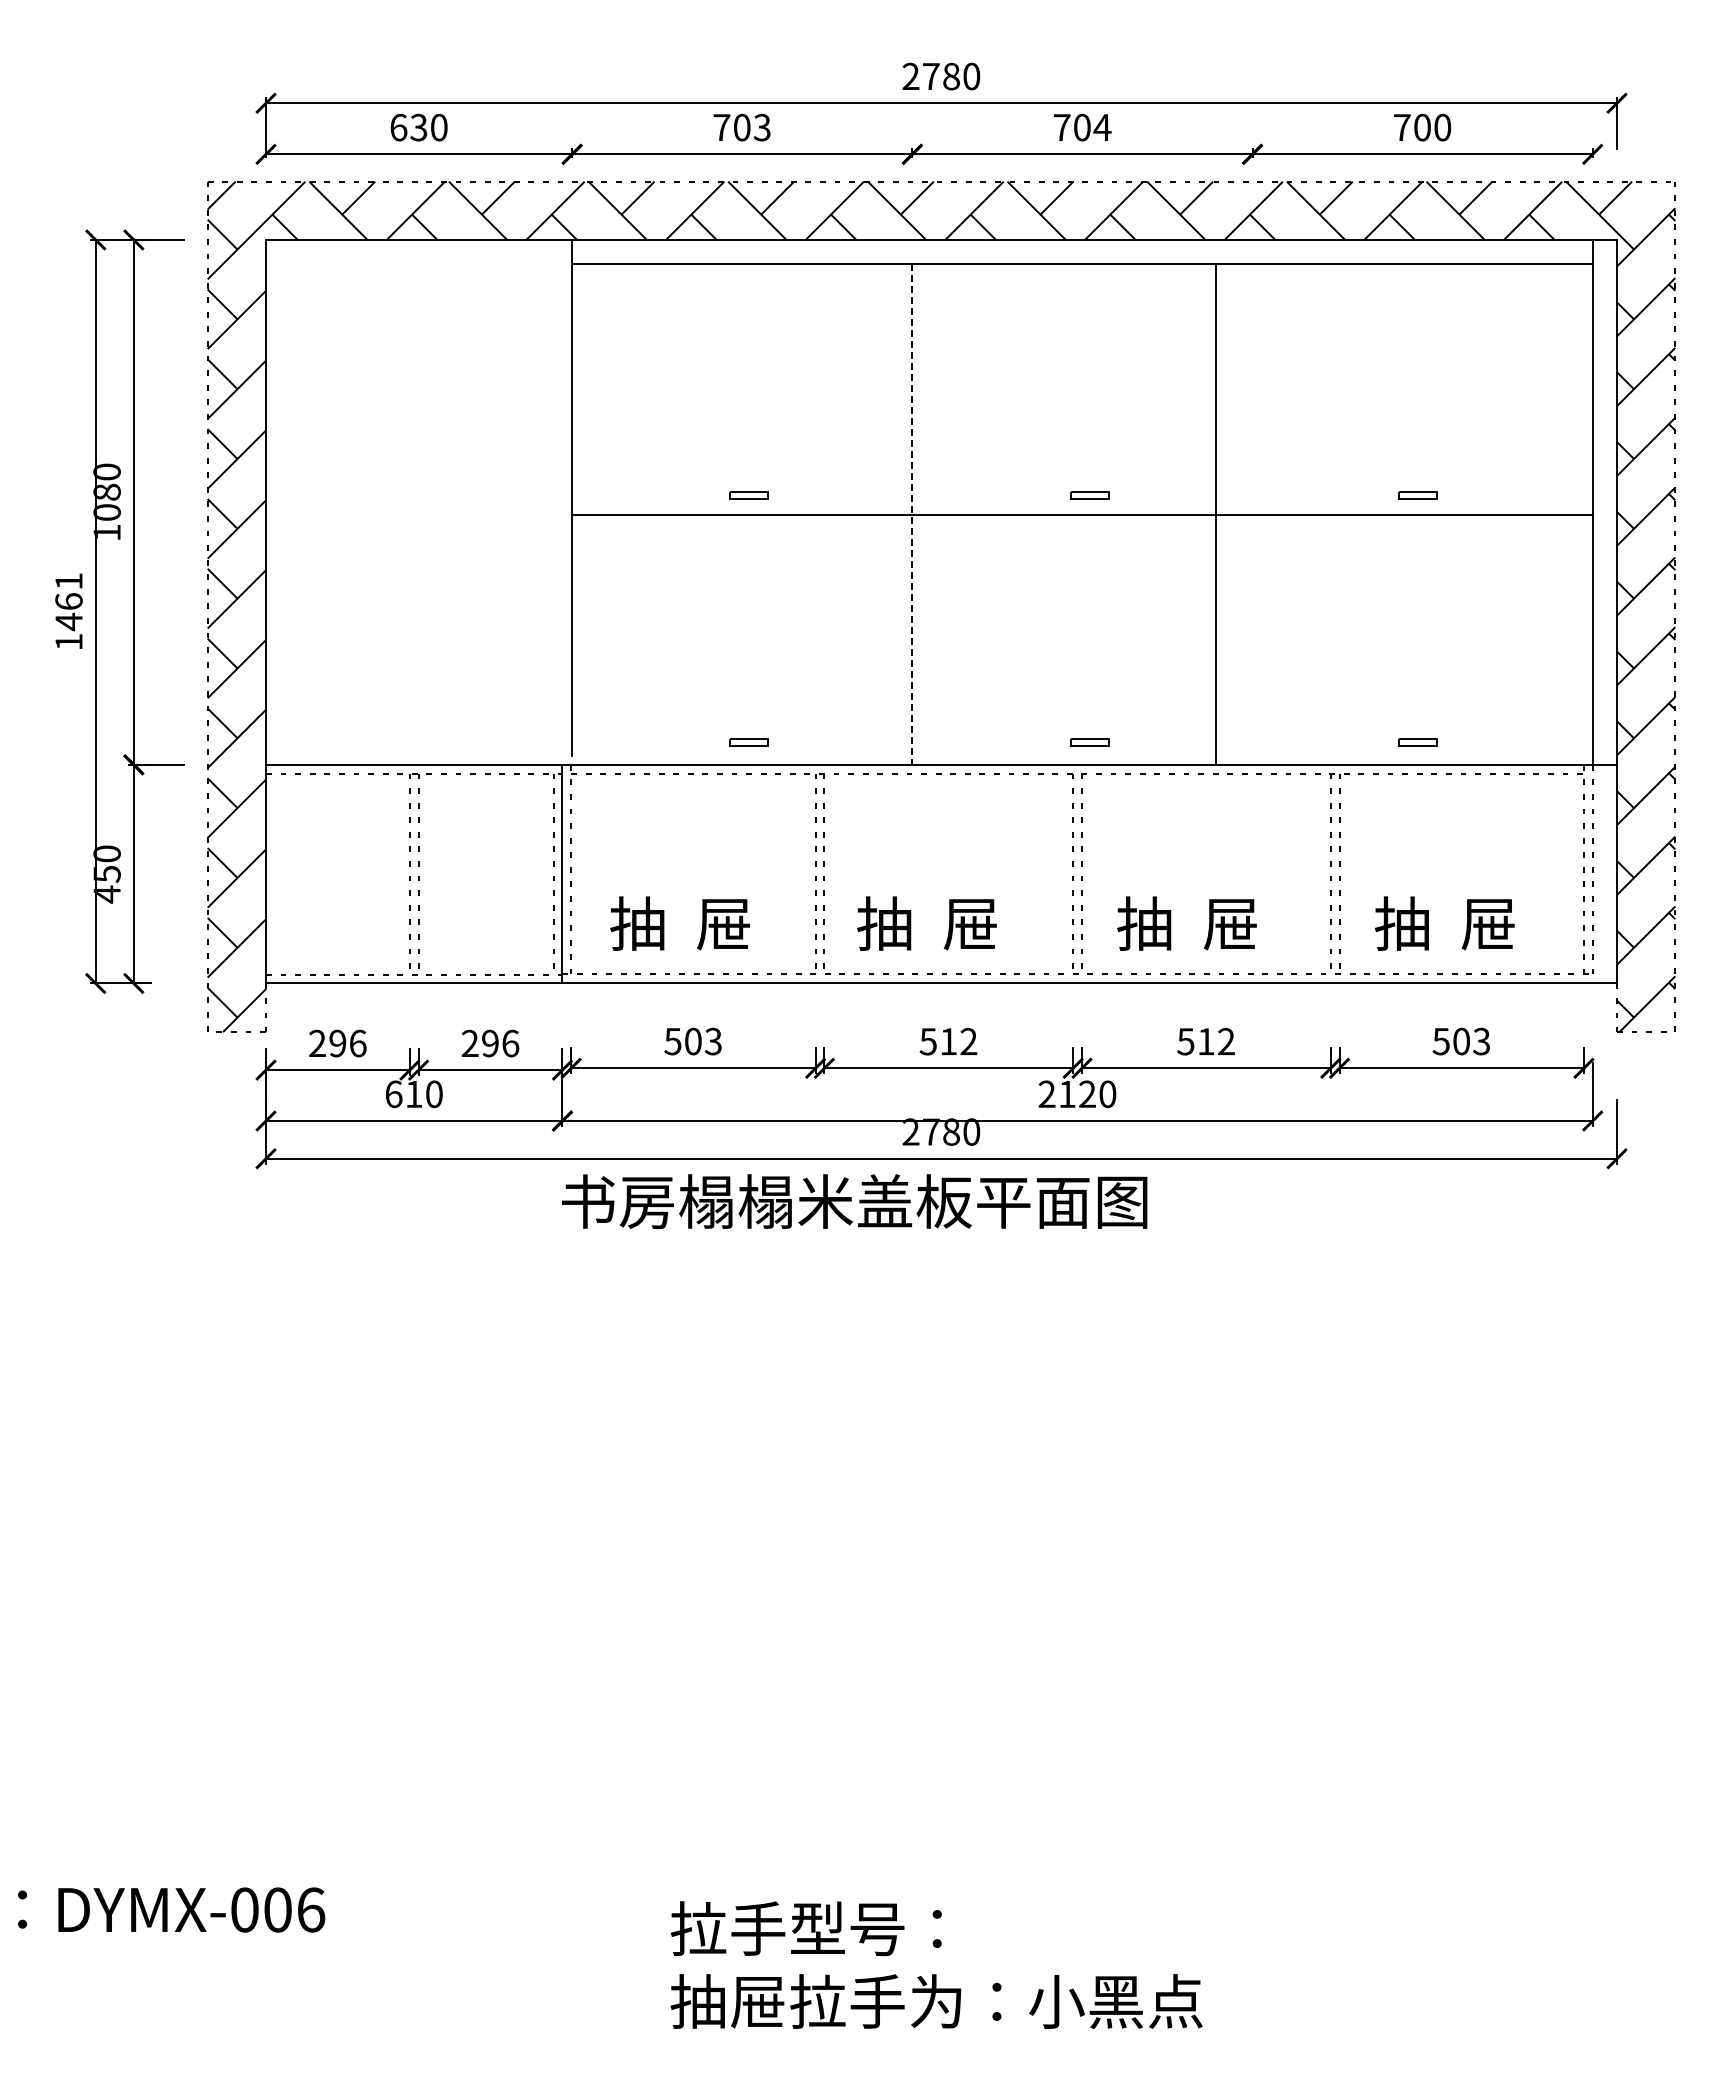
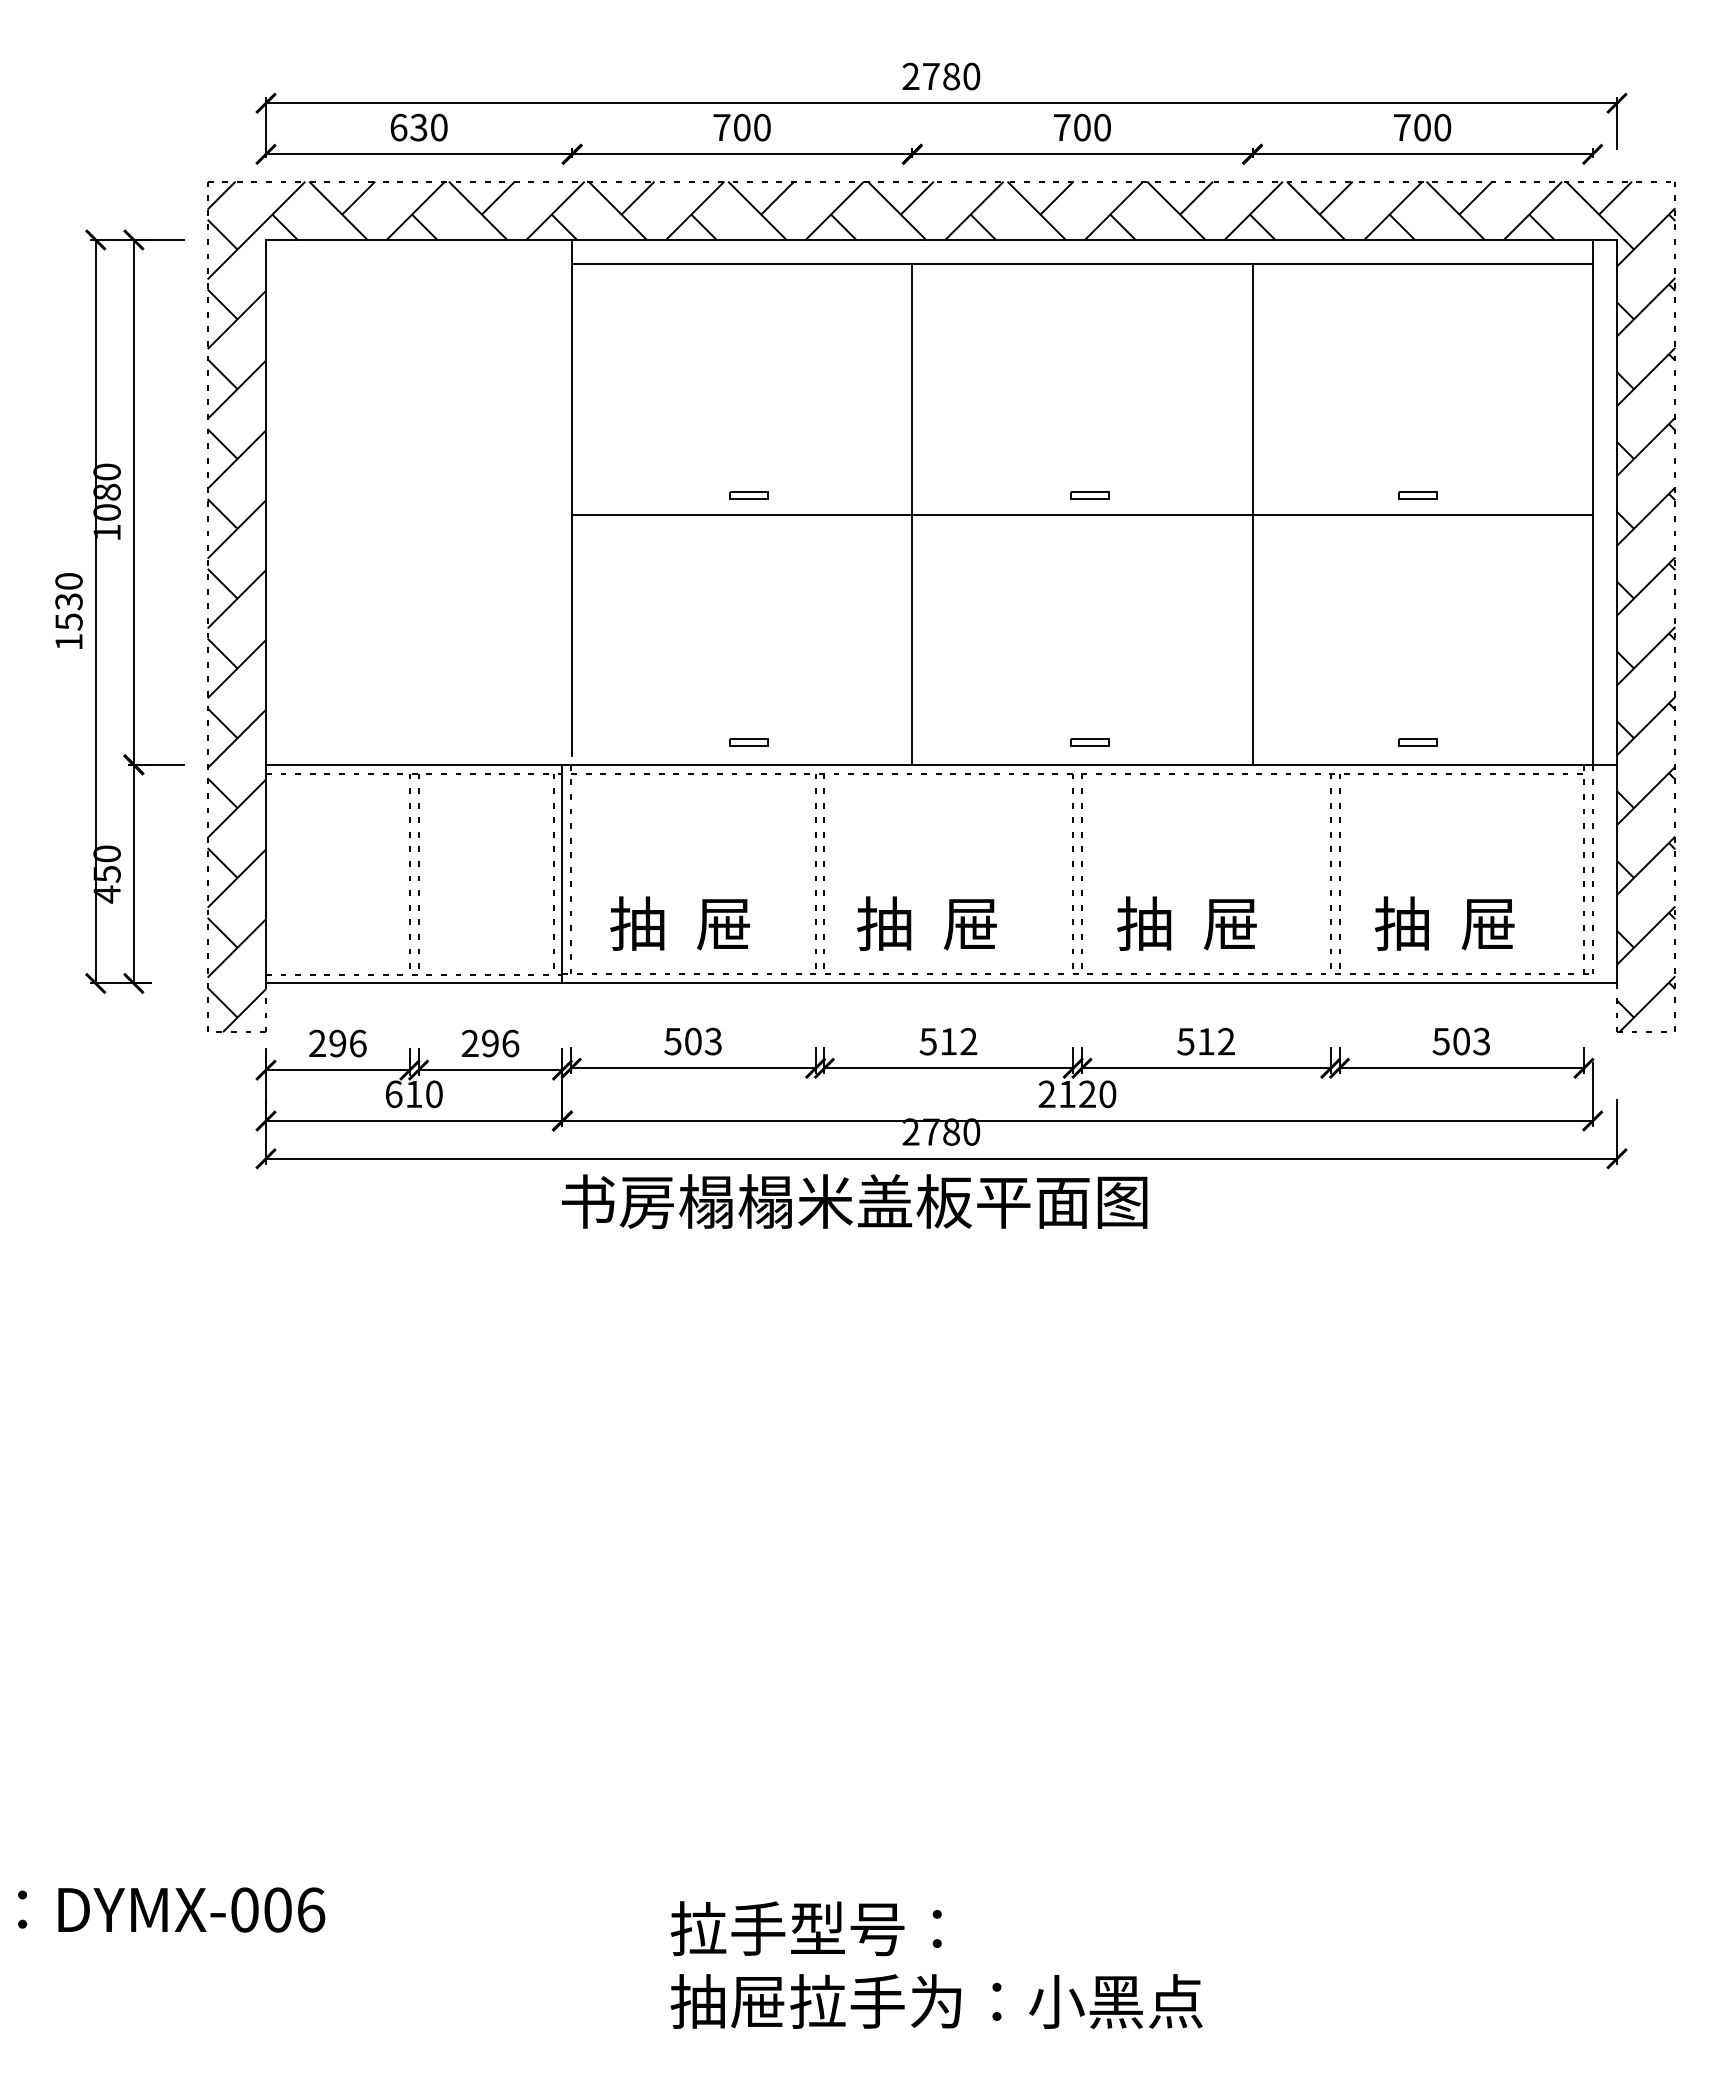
text at (761, 127): 703 -> 700
text at (1102, 127): 704 -> 700
line at (1215, 514) position: (1215, 514) -> (1252, 514)
line at (912, 515): dashed -> solid
text at (68, 602): 1461 -> 1530
